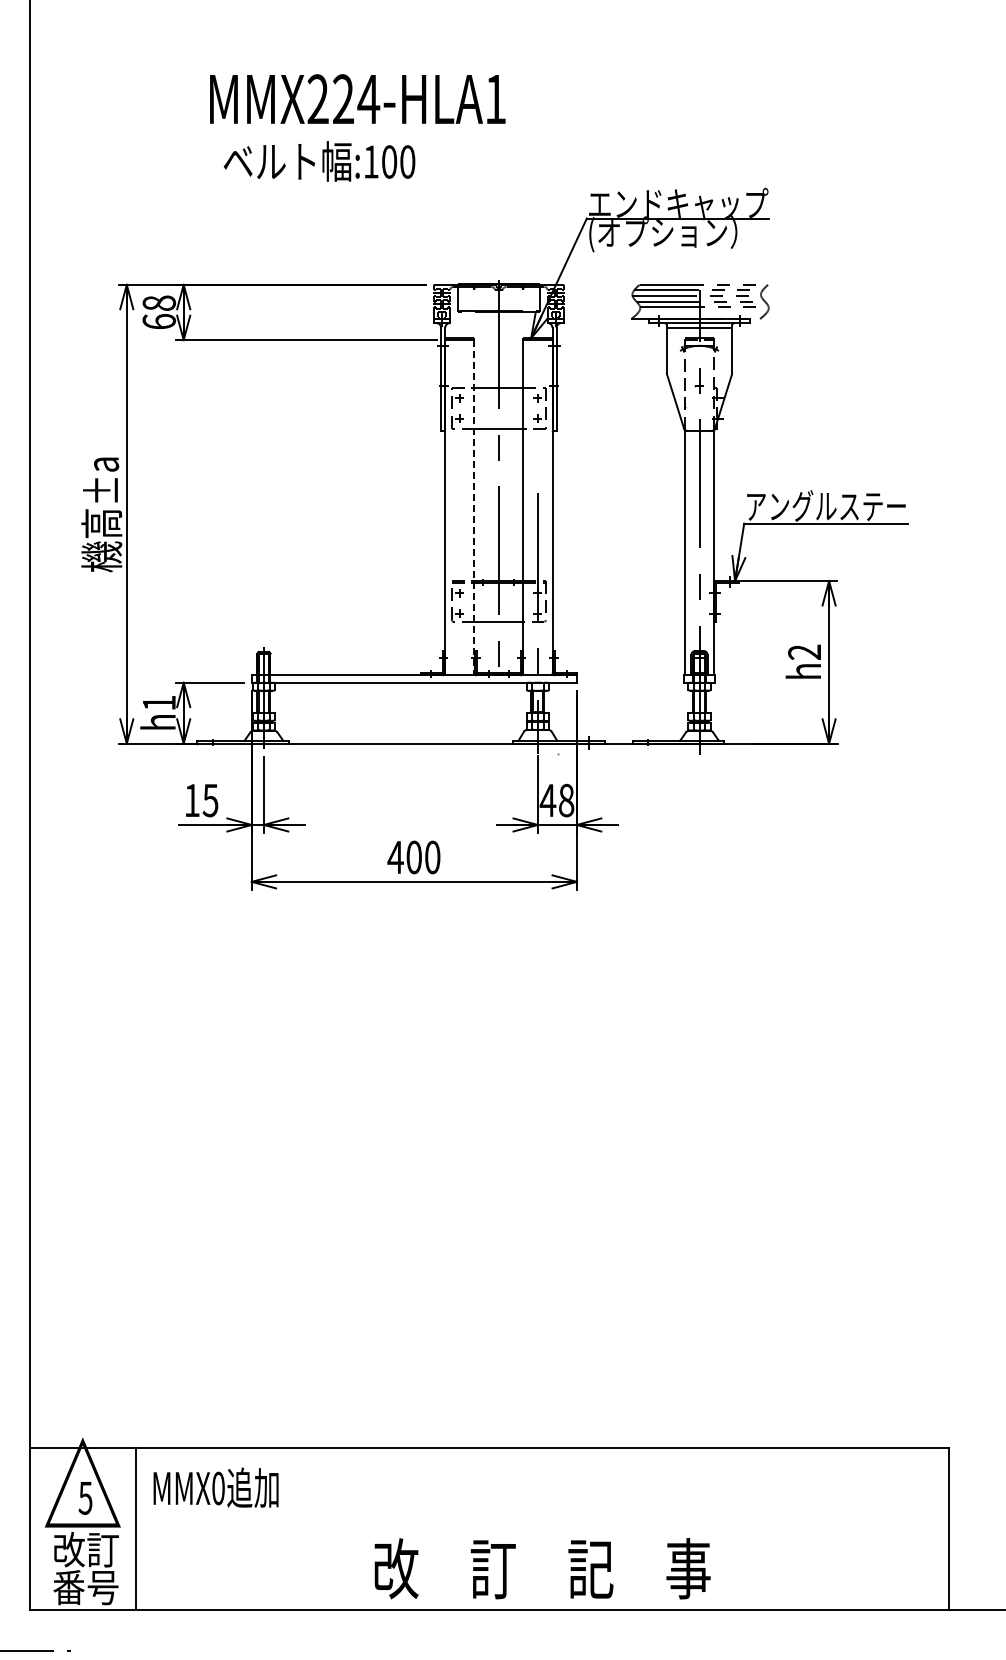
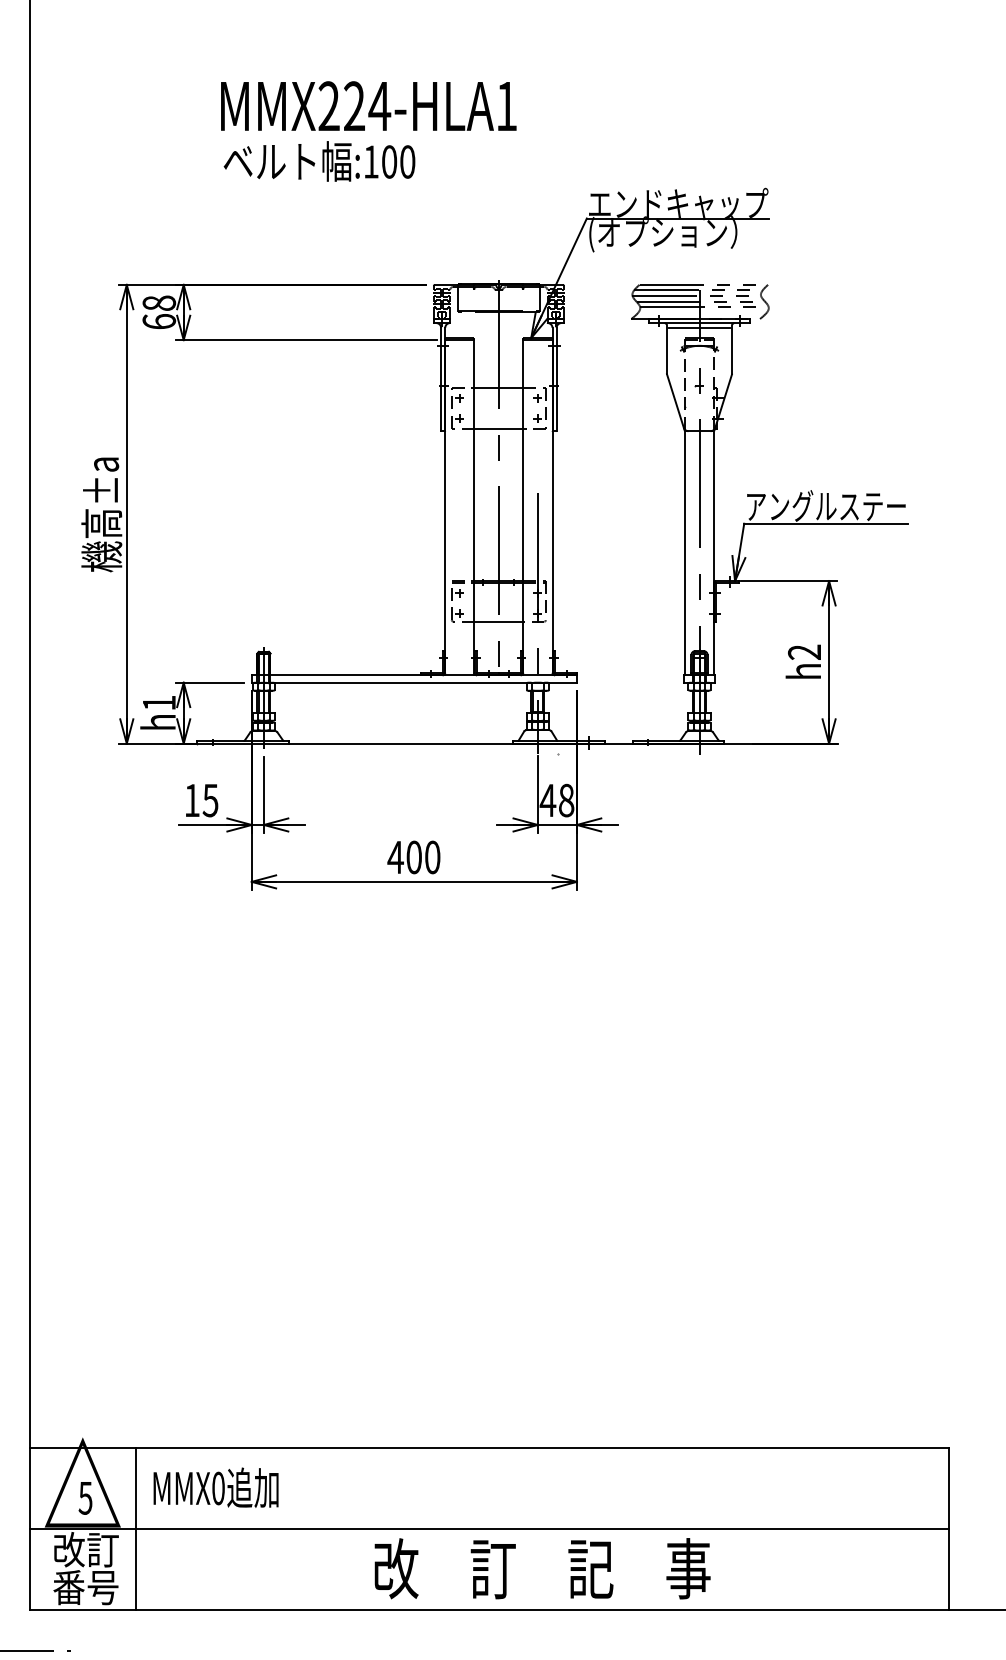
text at (357, 98) position: (357, 98) -> (368, 105)
line at (474, 507): dashed -> solid
line at (488, 1528): none -> present
